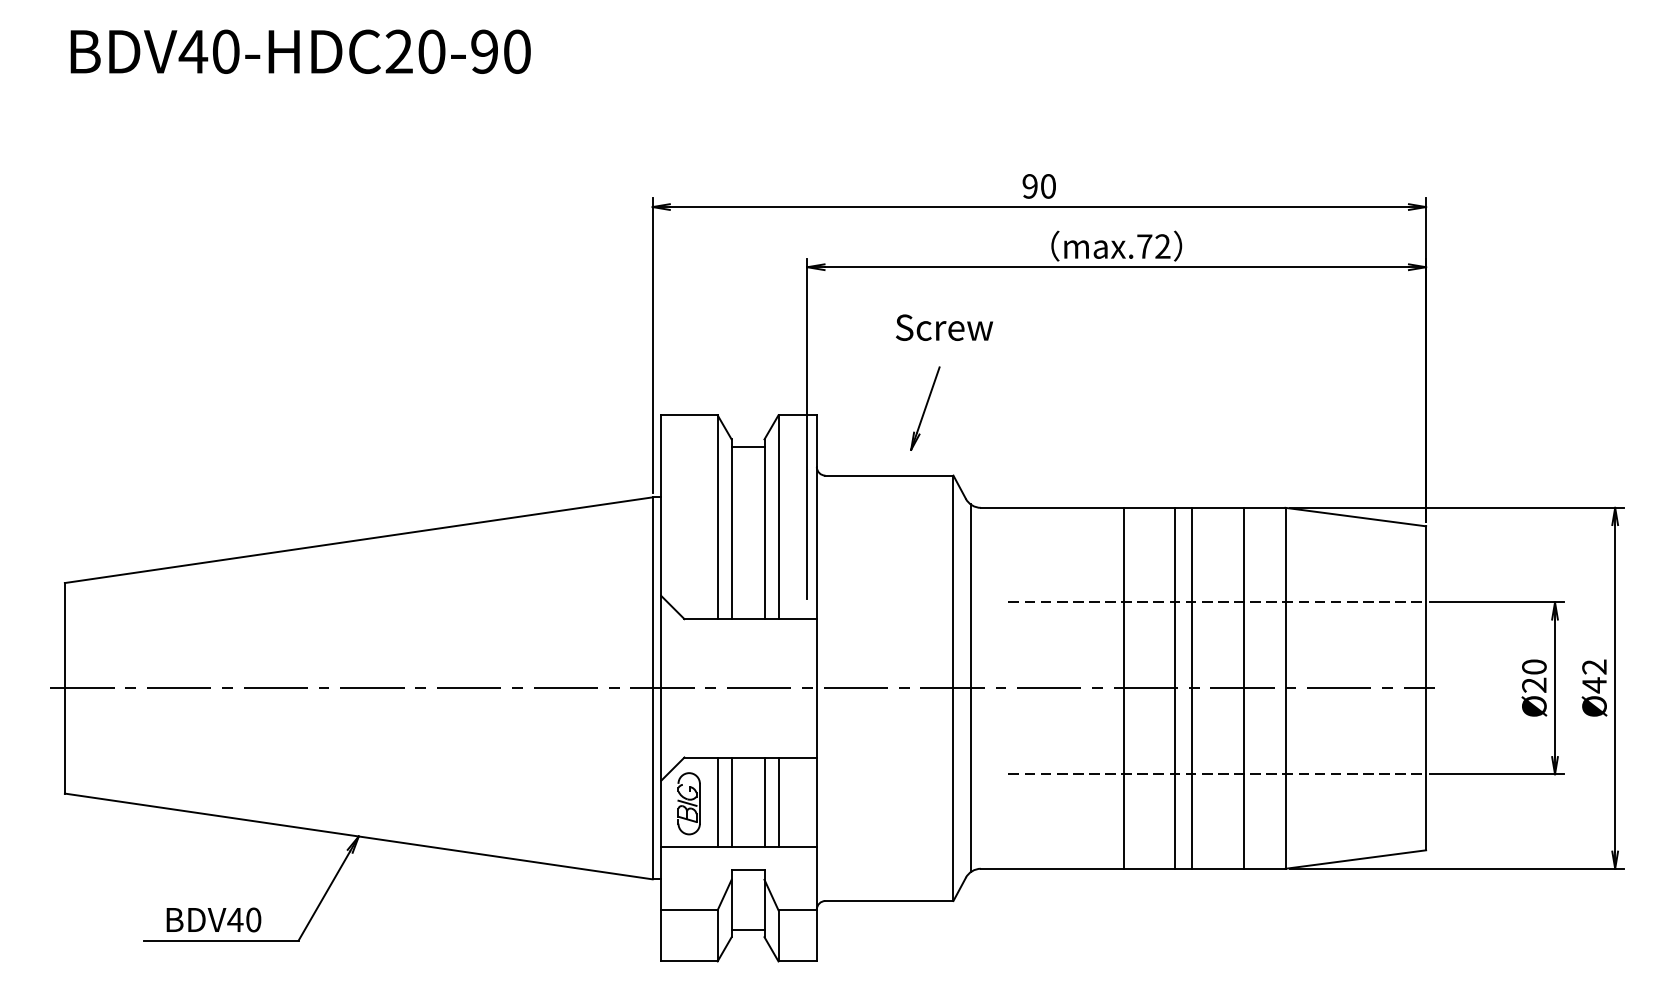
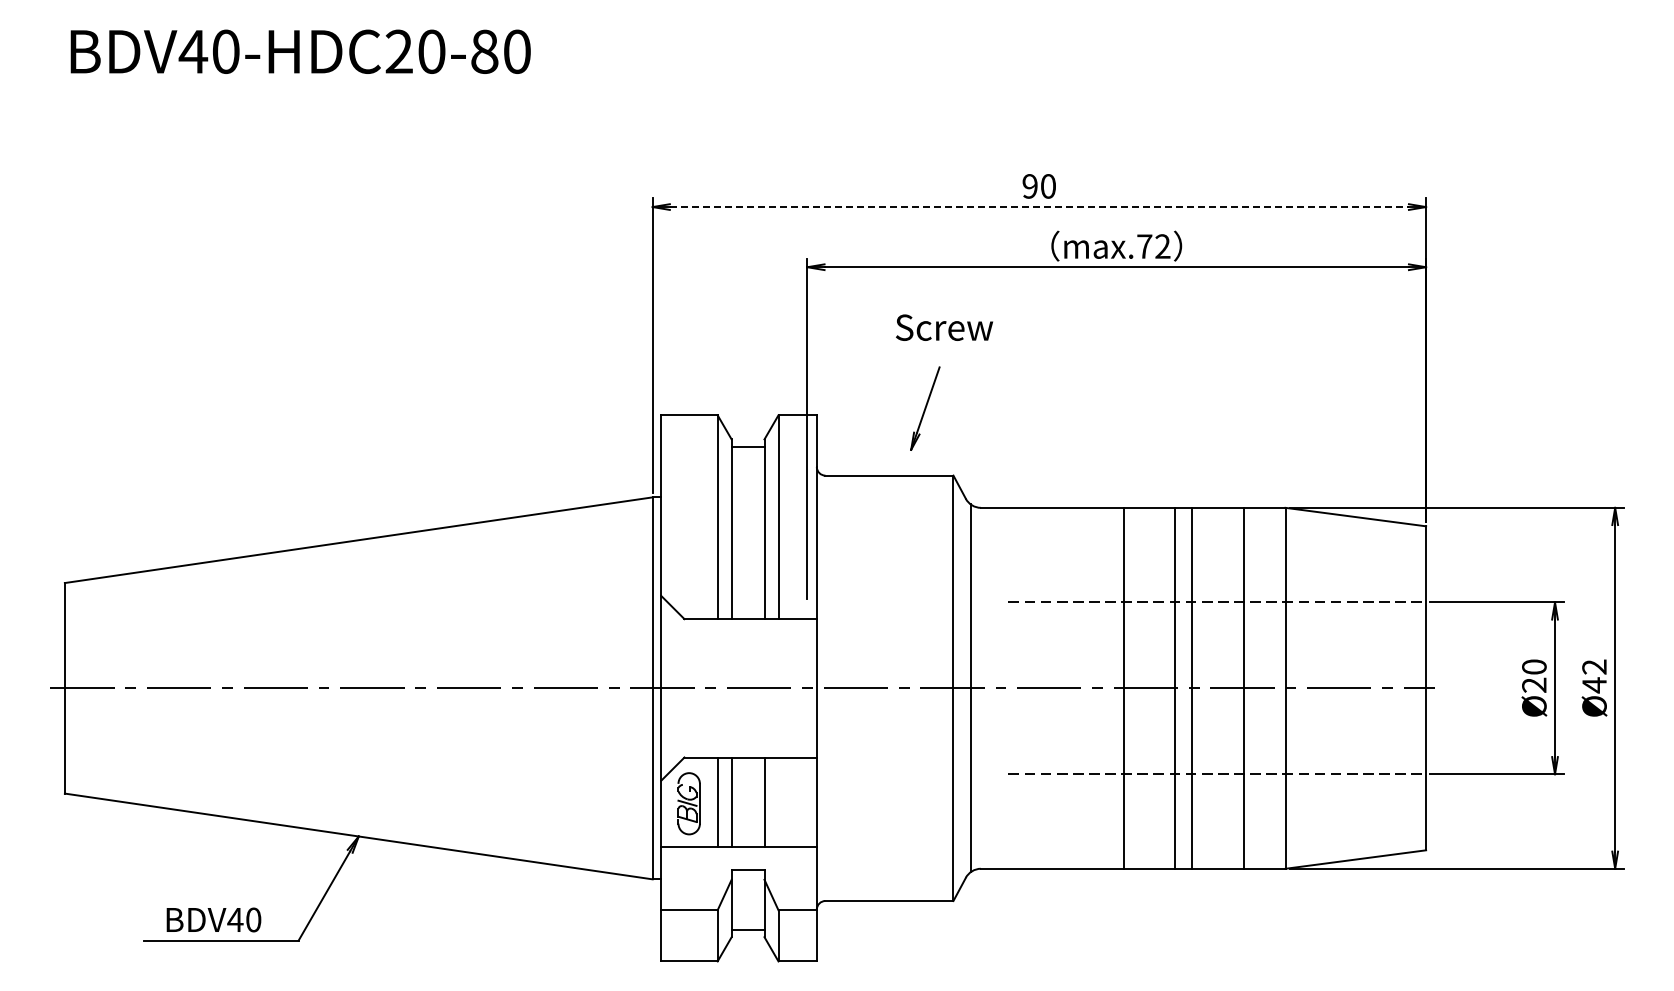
text at (484, 51): BDV40-HDC20-90 -> BDV40-HDC20-80
line at (1039, 207): solid -> dashed
line at (778, 802): present -> none
